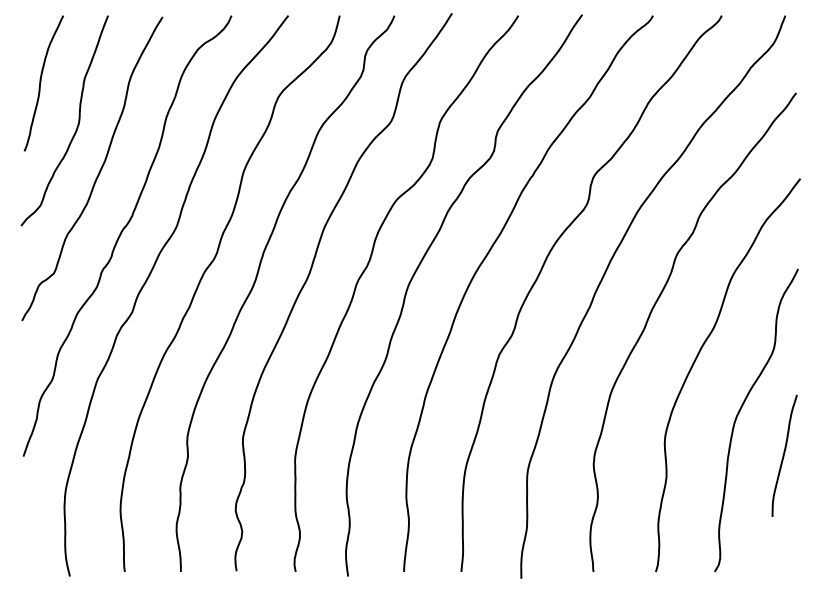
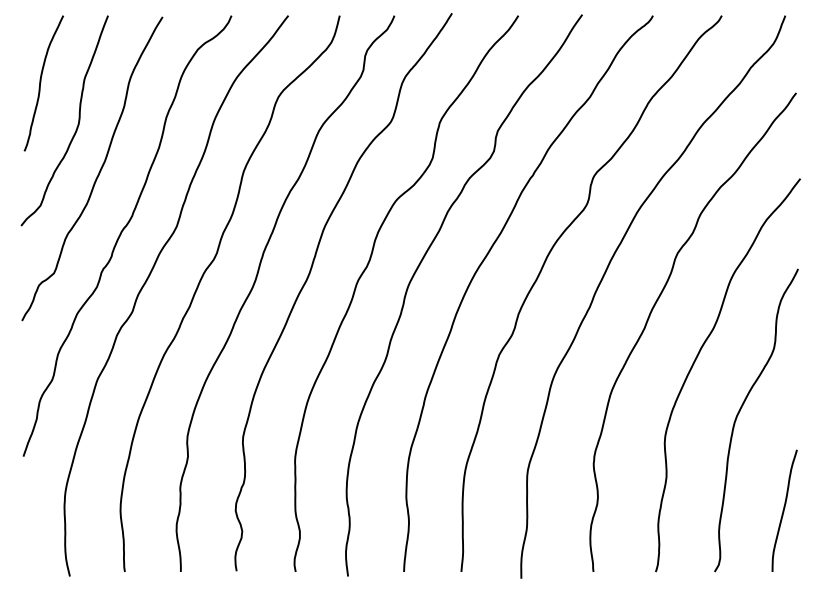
curve at (784, 455) position: (784, 455) -> (784, 510)
